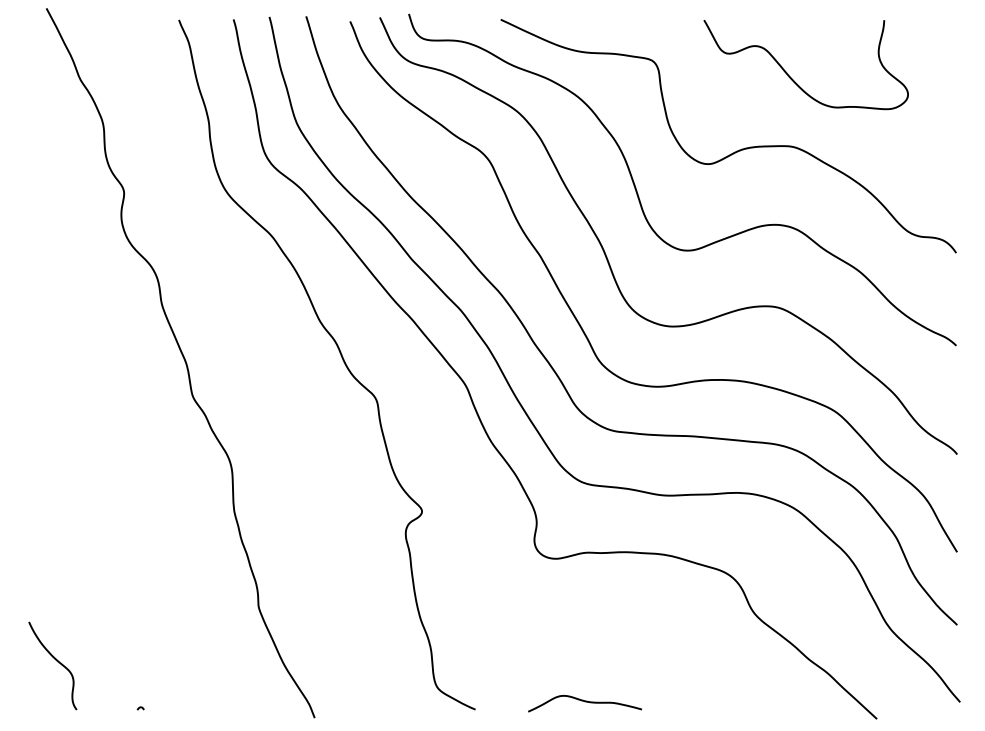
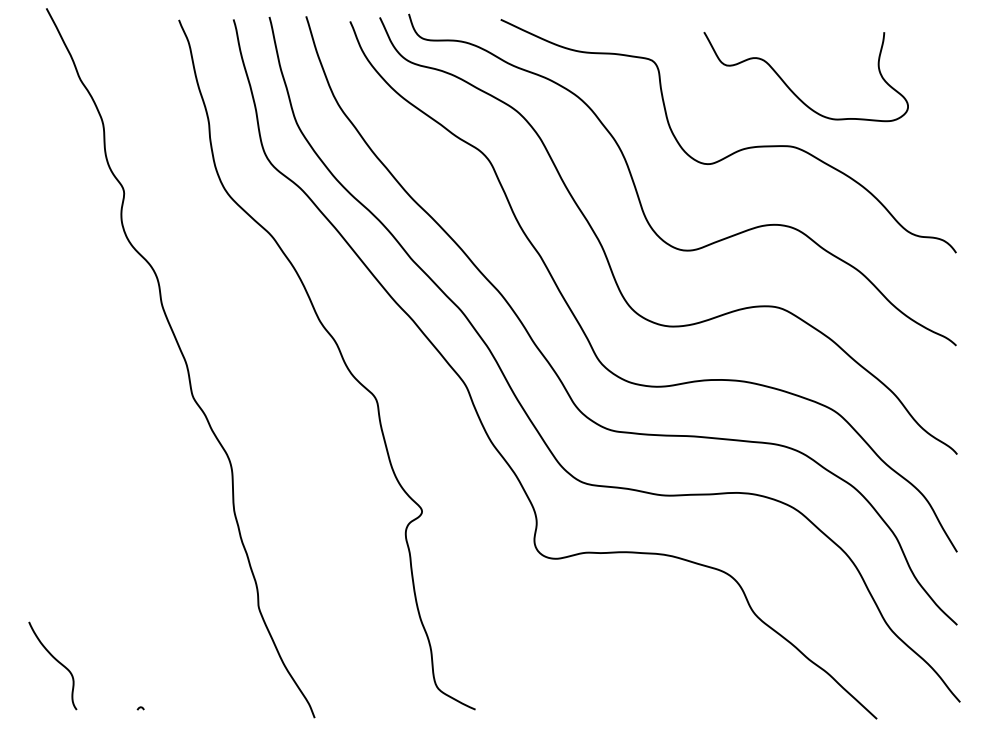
curve at (792, 78) position: (792, 78) -> (792, 90)
curve at (585, 702): present -> none
